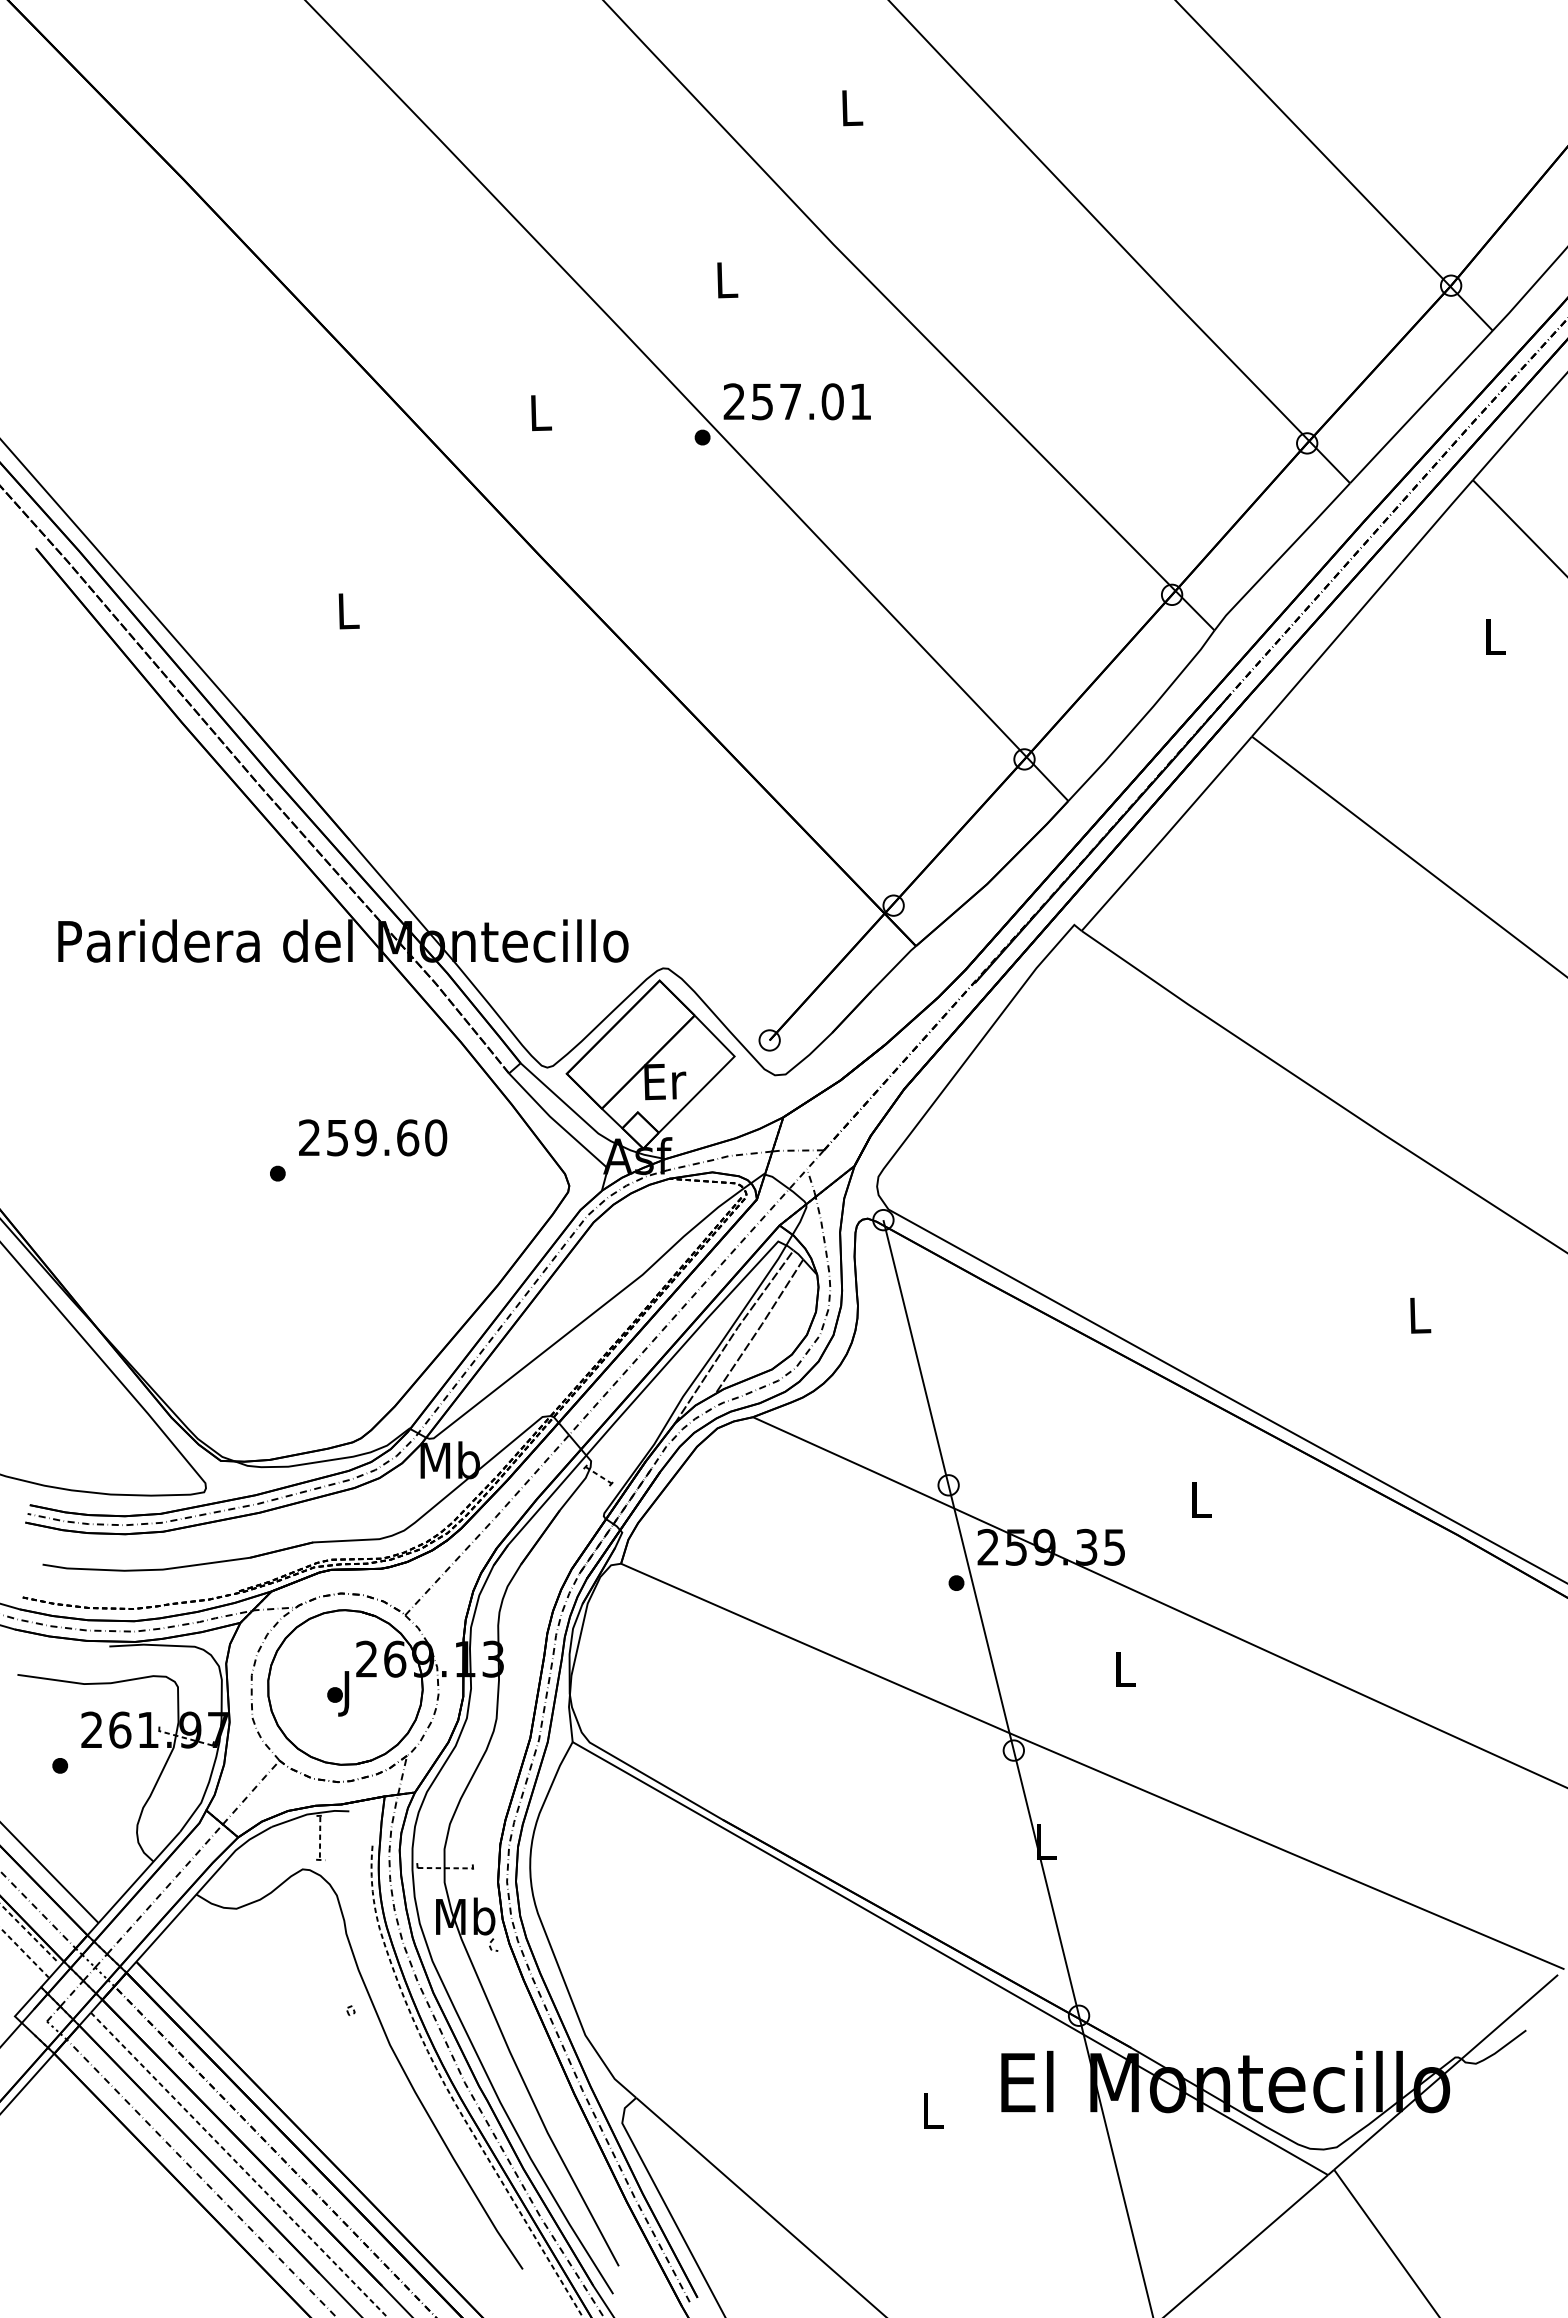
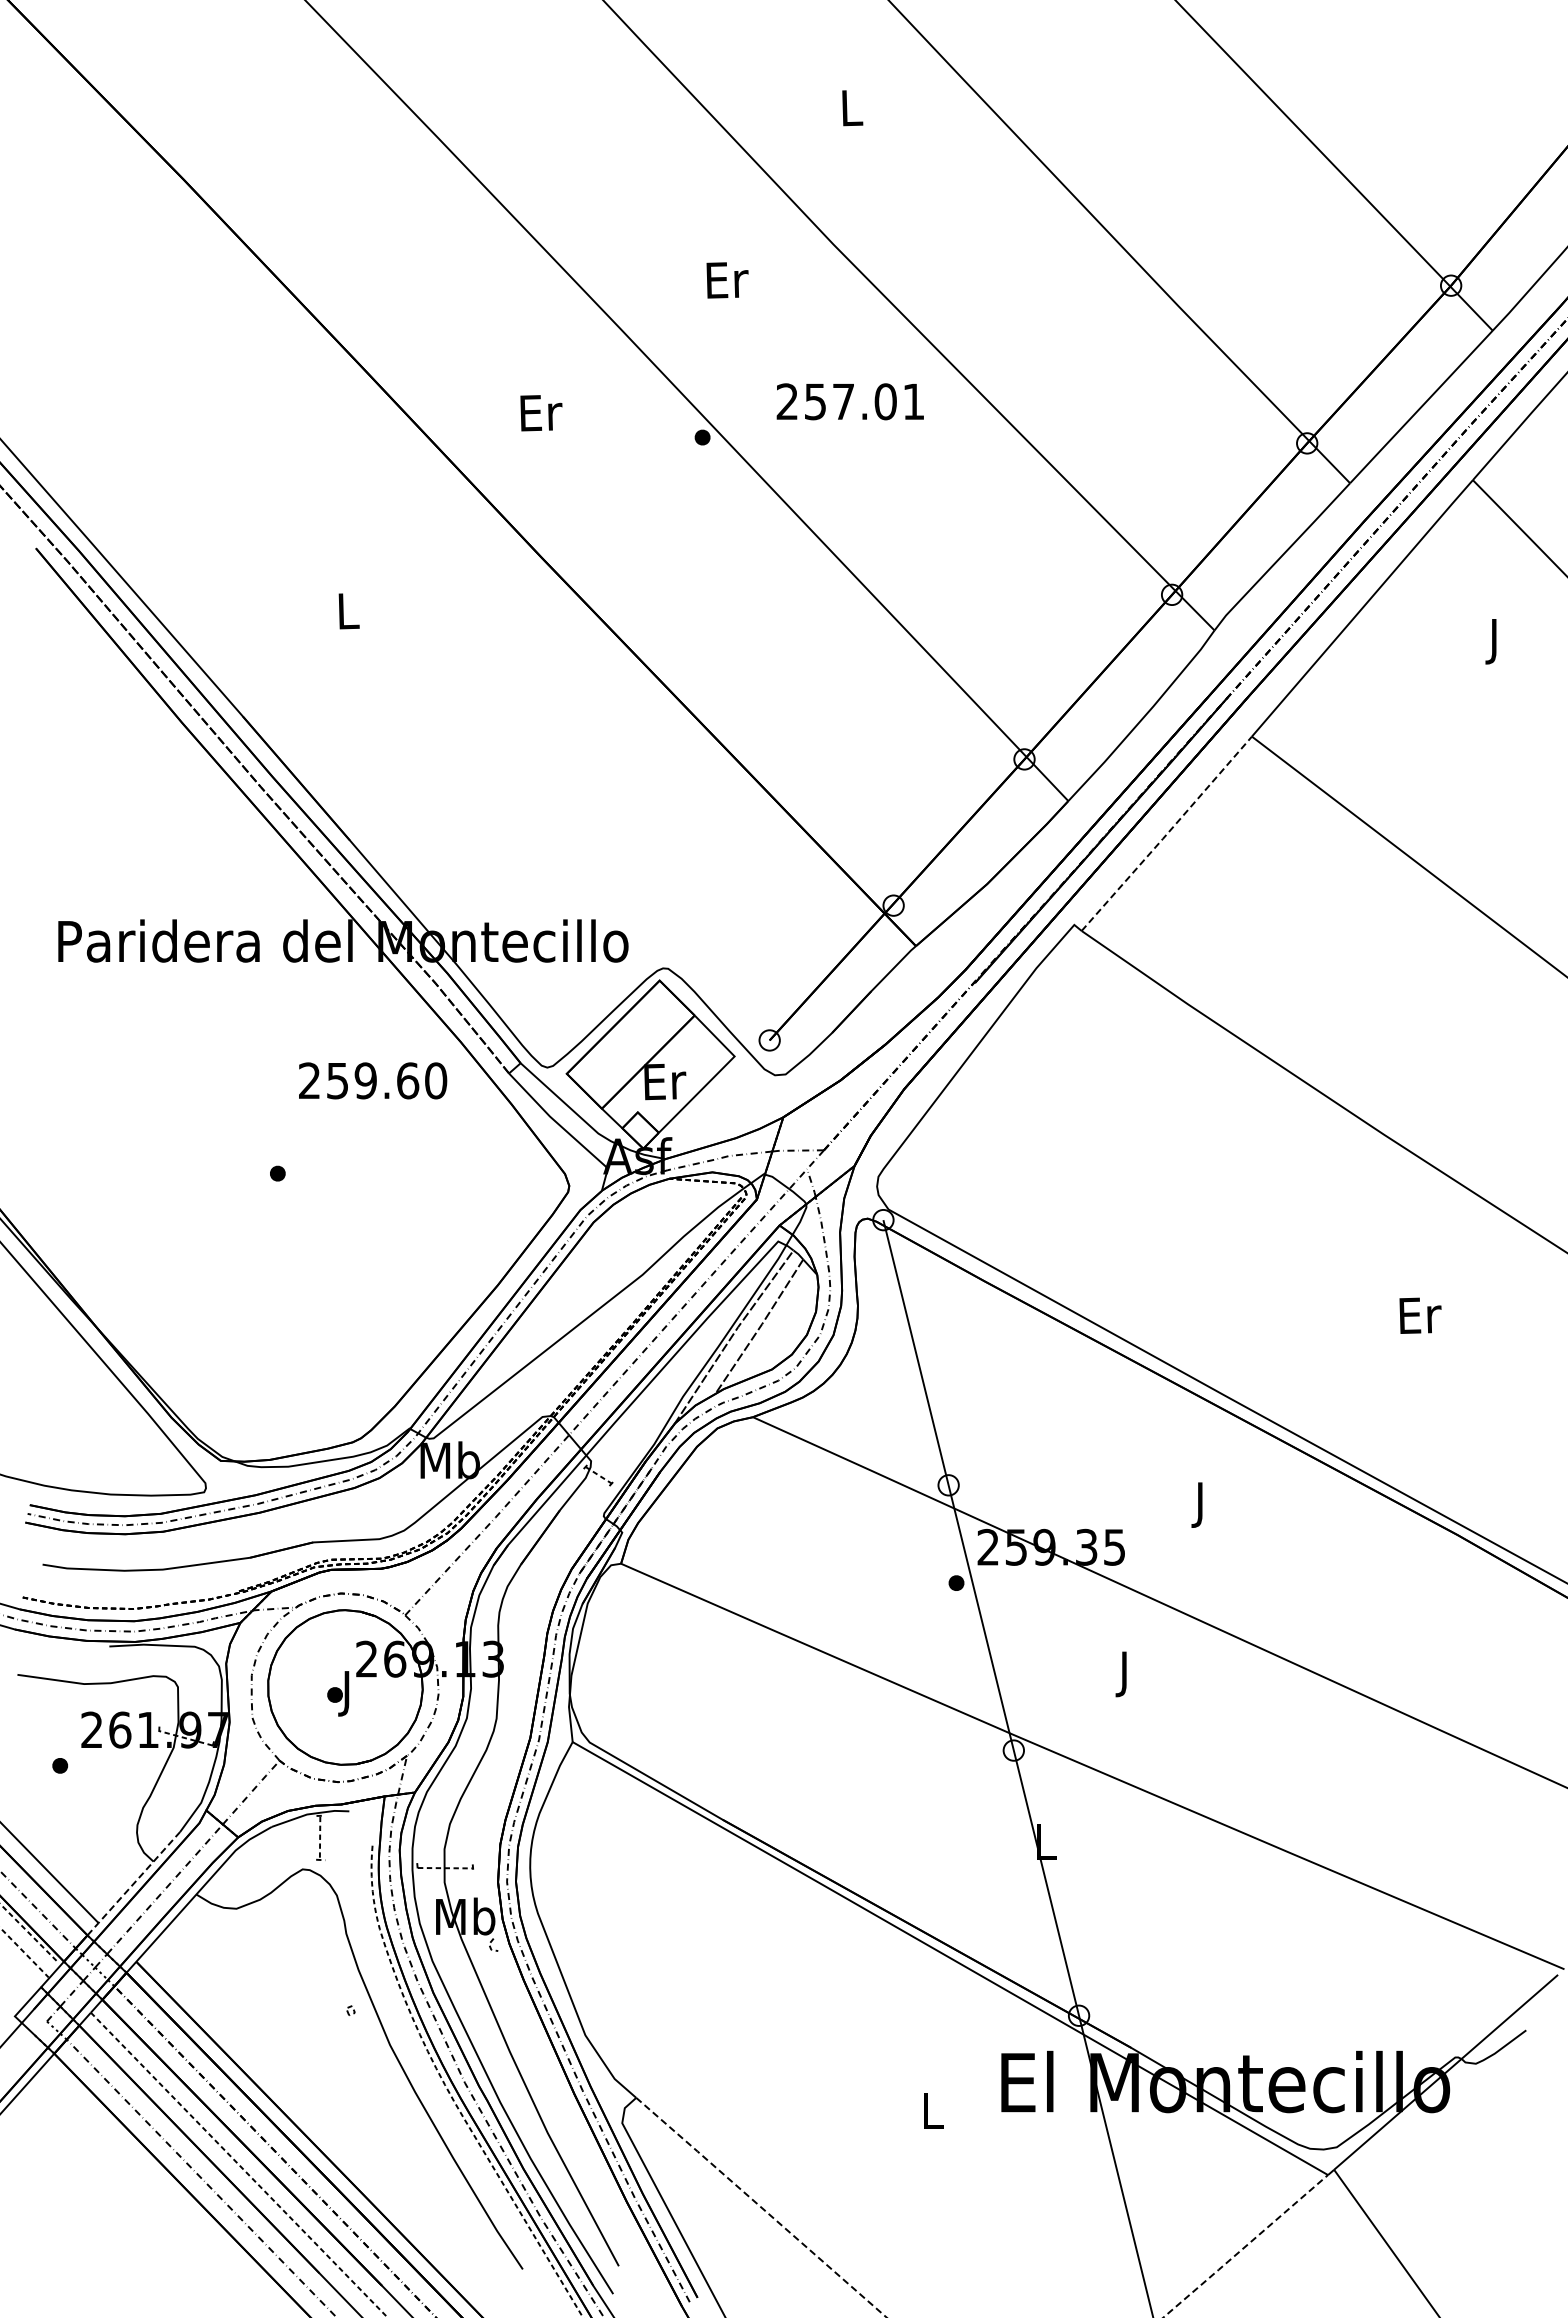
text at (727, 280): L -> Er
text at (796, 401) position: (796, 401) -> (849, 401)
text at (541, 413): L -> Er
text at (1495, 641): L -> J
line at (1167, 833): solid -> dashed
text at (373, 1137) position: (373, 1137) -> (373, 1080)
text at (1420, 1315): L -> Er
text at (1201, 1504): L -> J
text at (1125, 1674): L -> J
line at (133, 1883): solid -> dashed
line at (761, 2207): solid -> dashed
line at (1245, 2246): solid -> dashed
